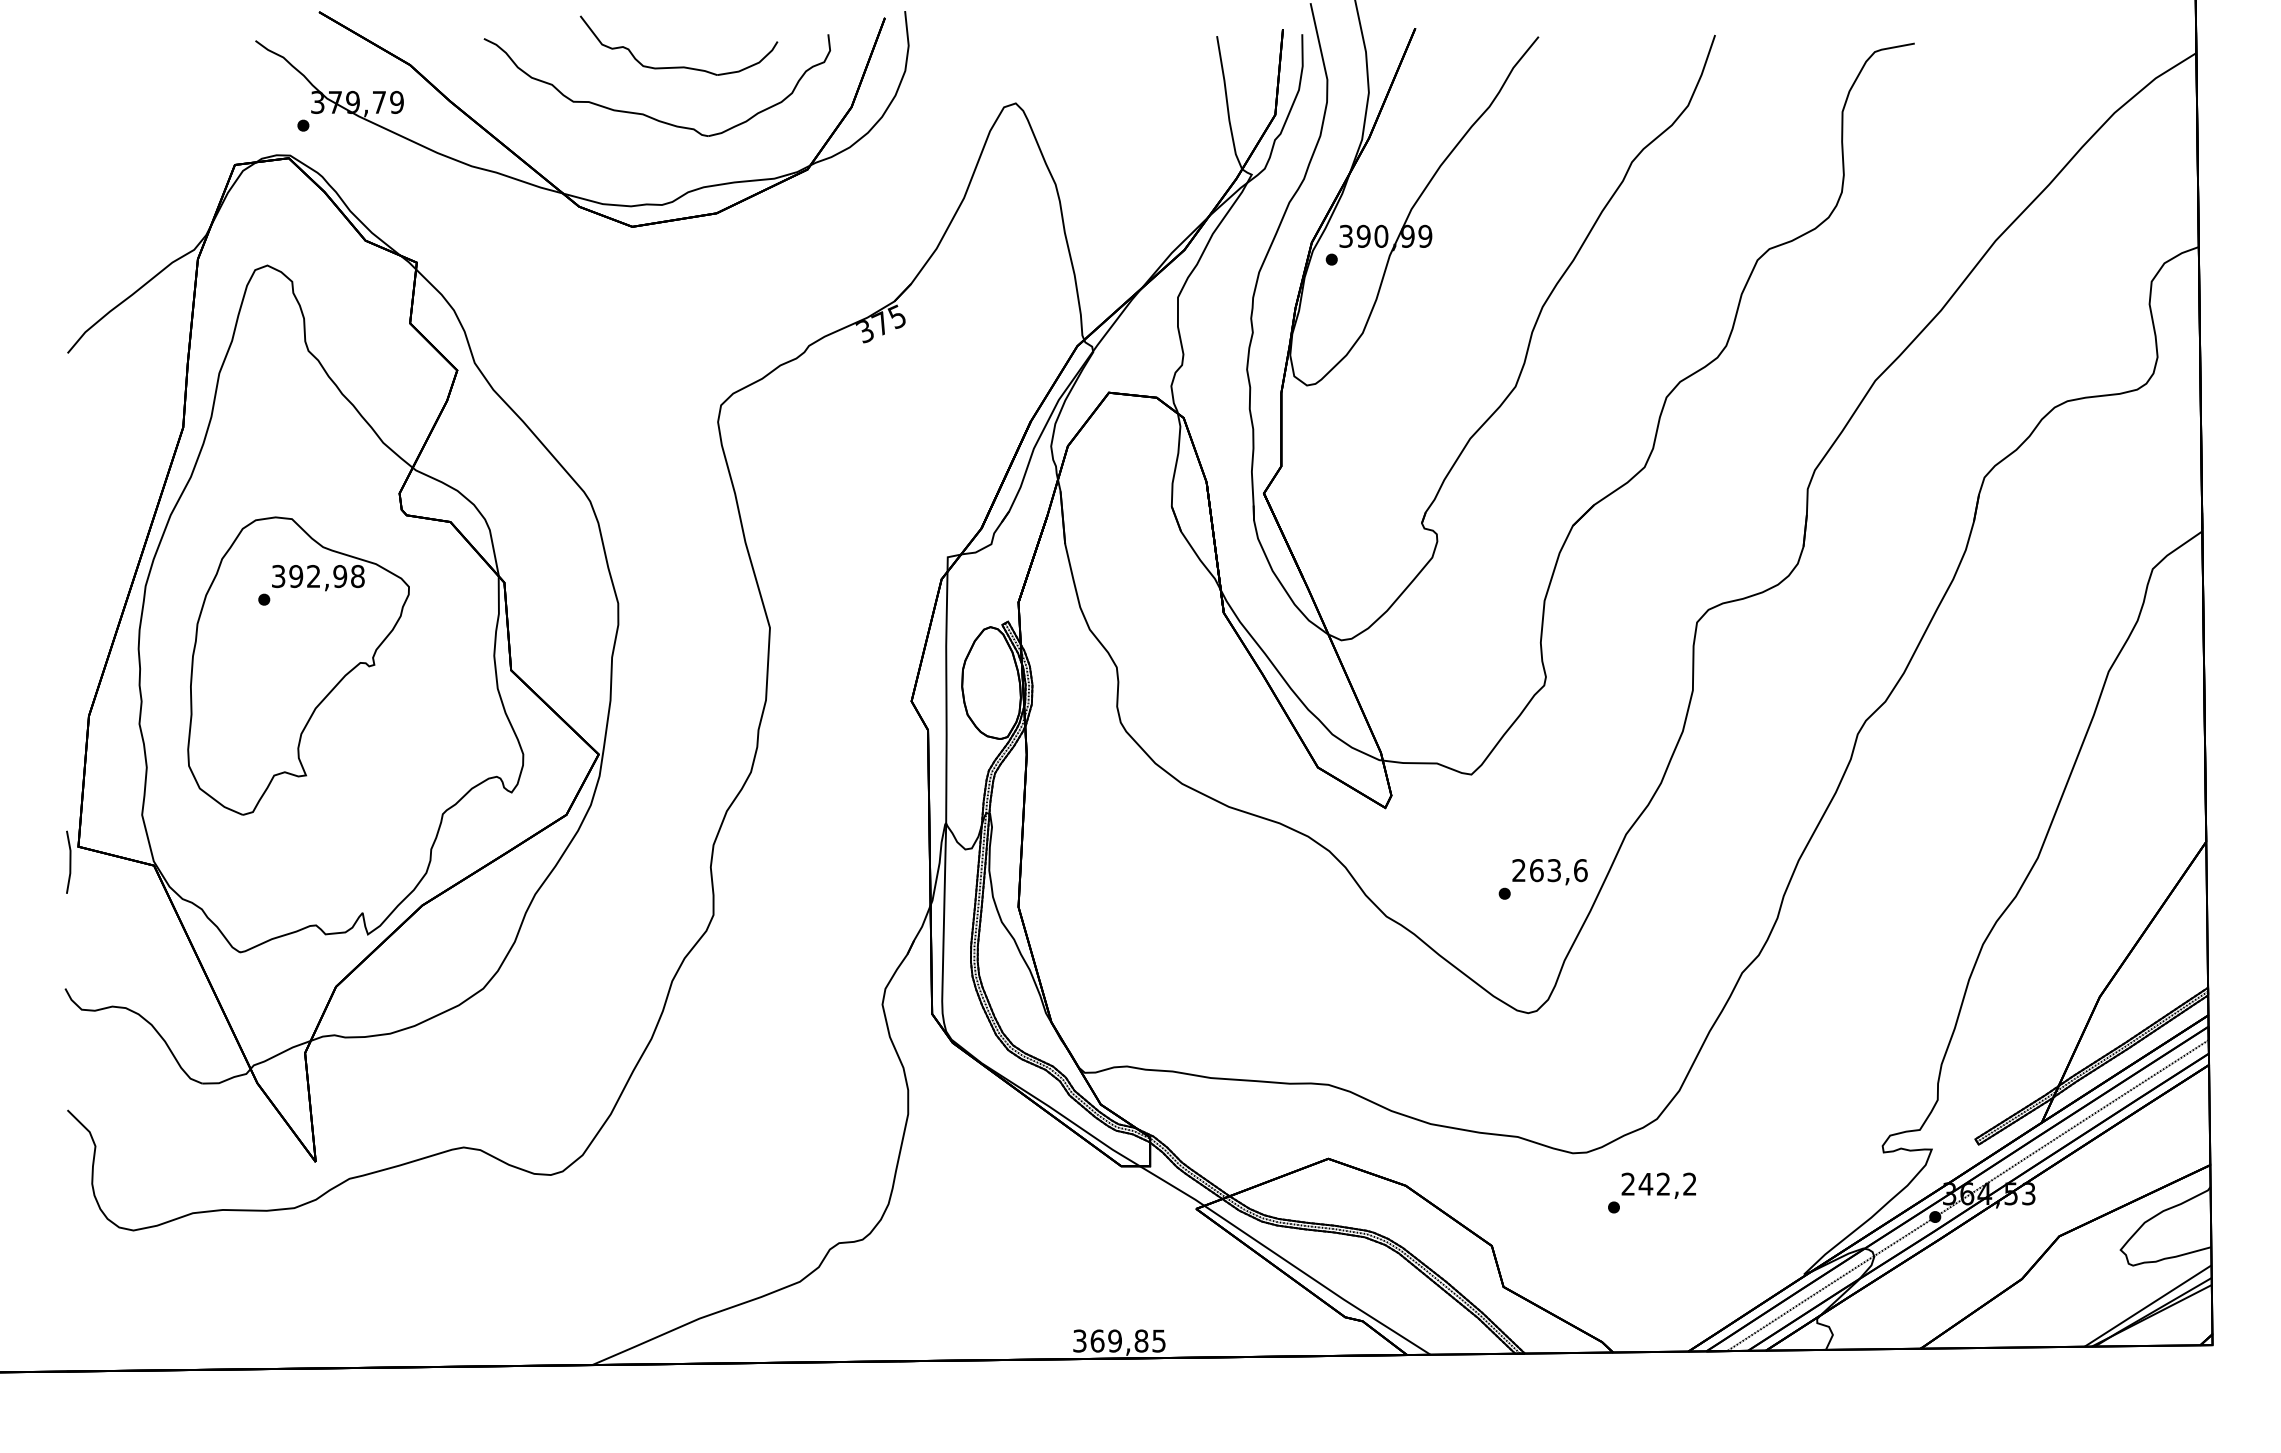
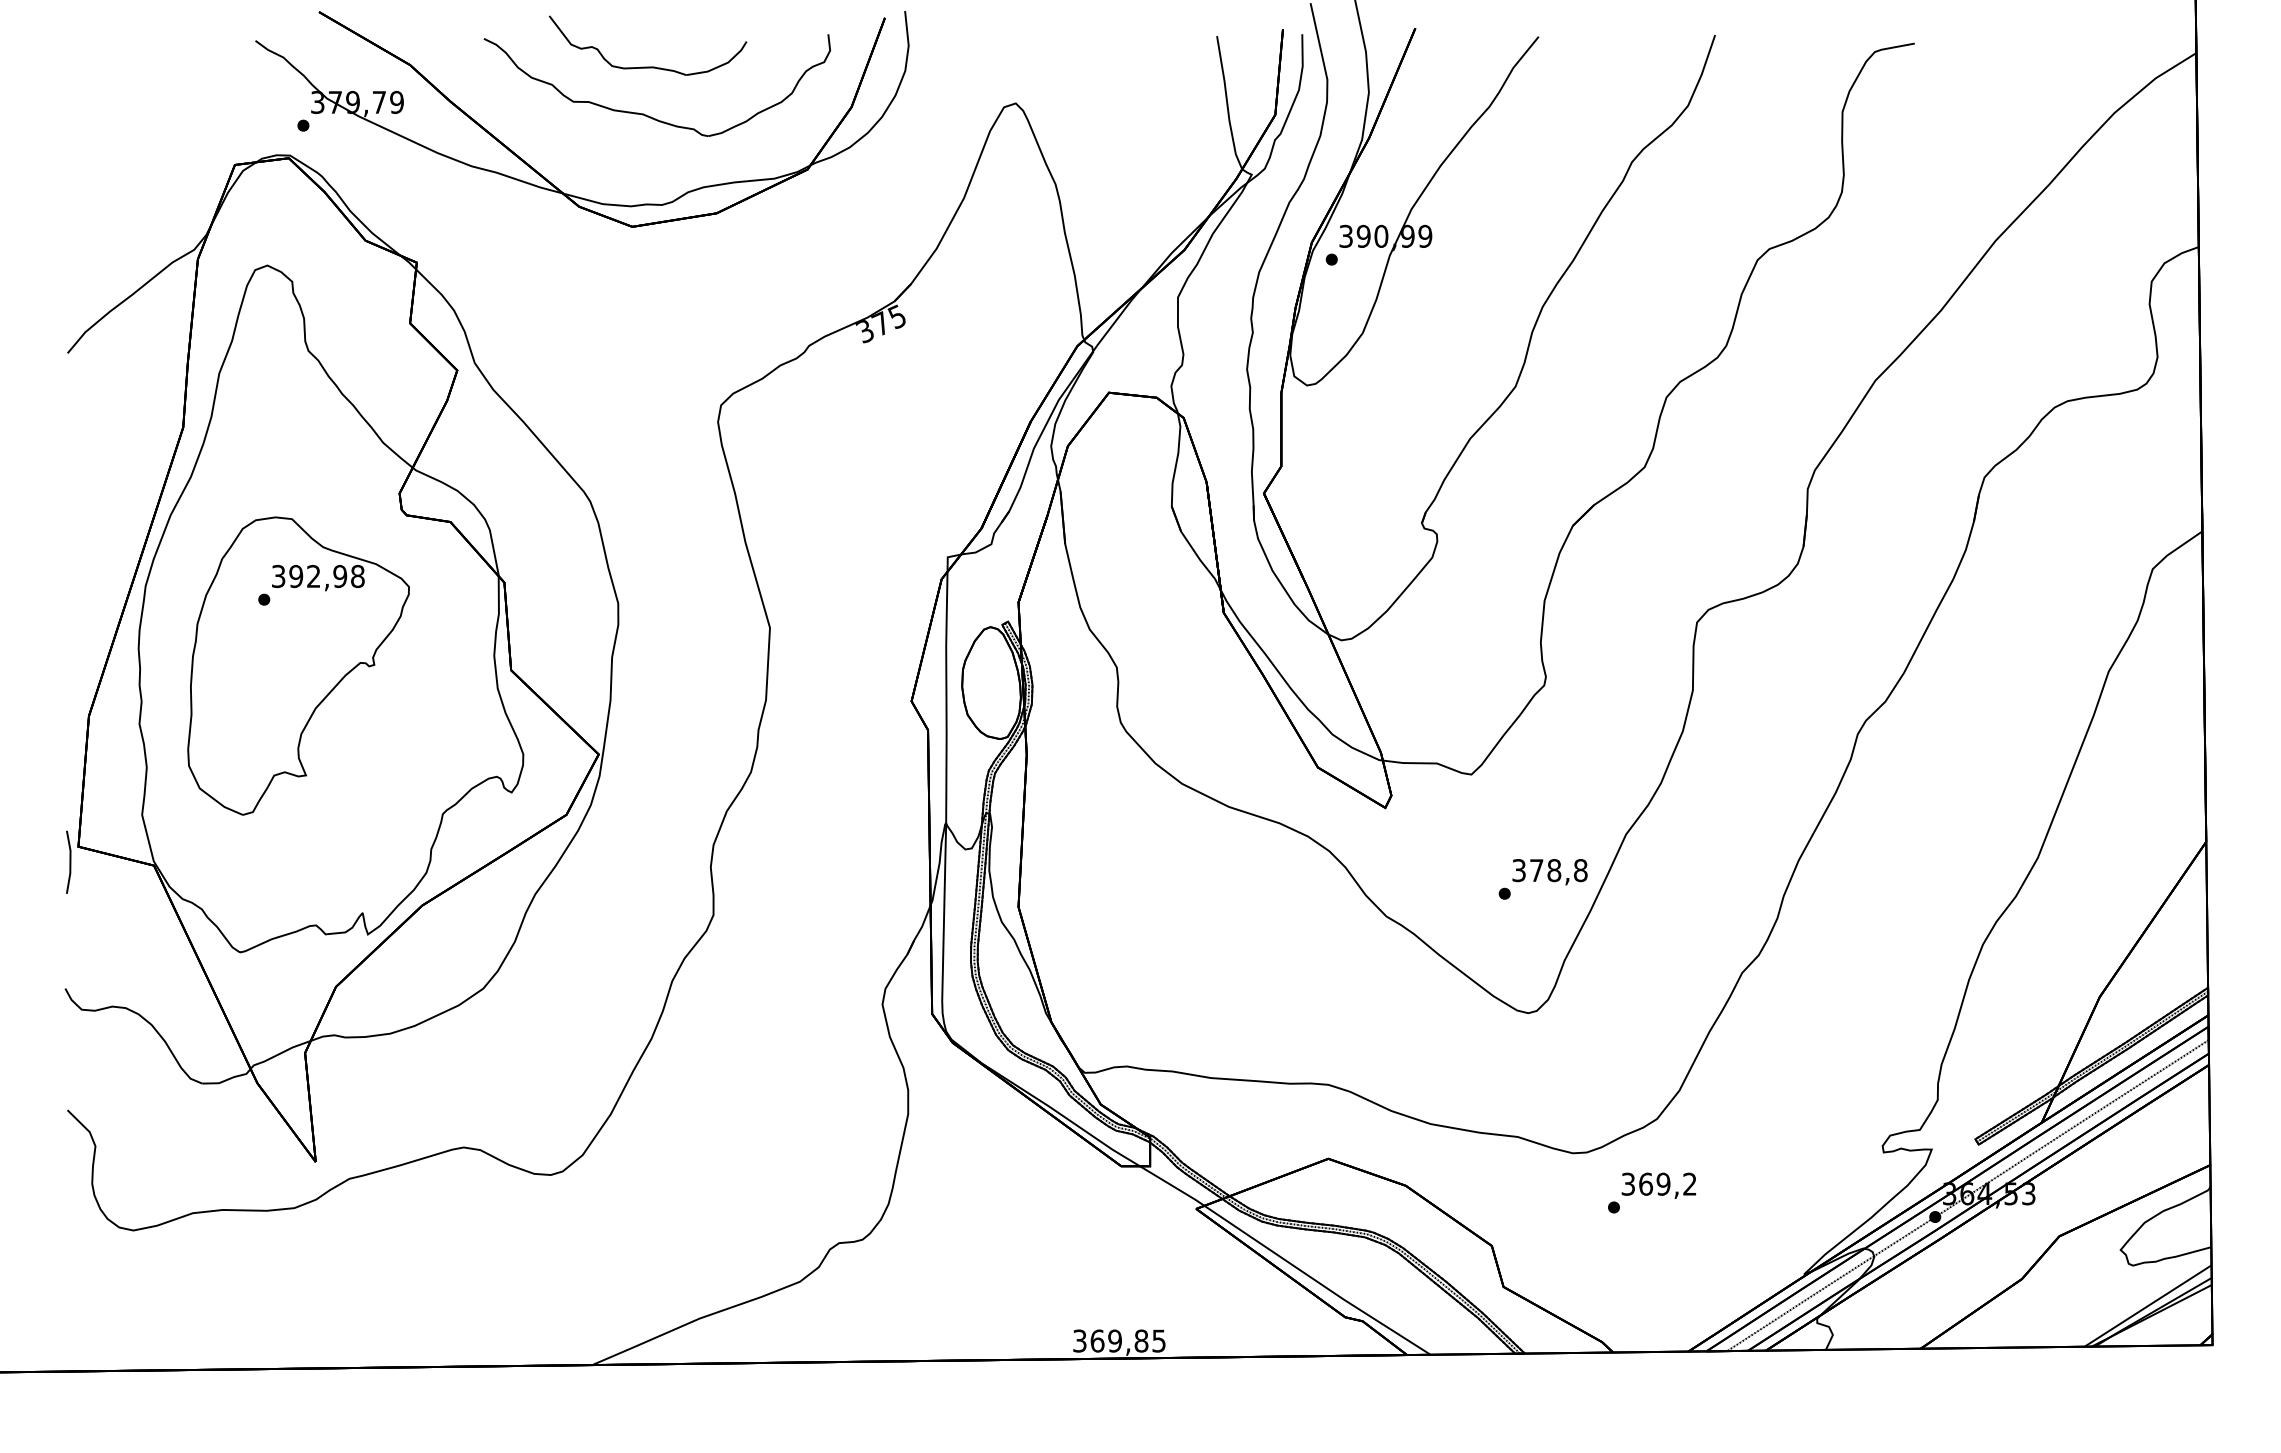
part at (678, 66) position: (678, 66) -> (647, 66)
text at (1549, 870): 263,6 -> 378,8
text at (1645, 1183): 242,2 -> 369,2
